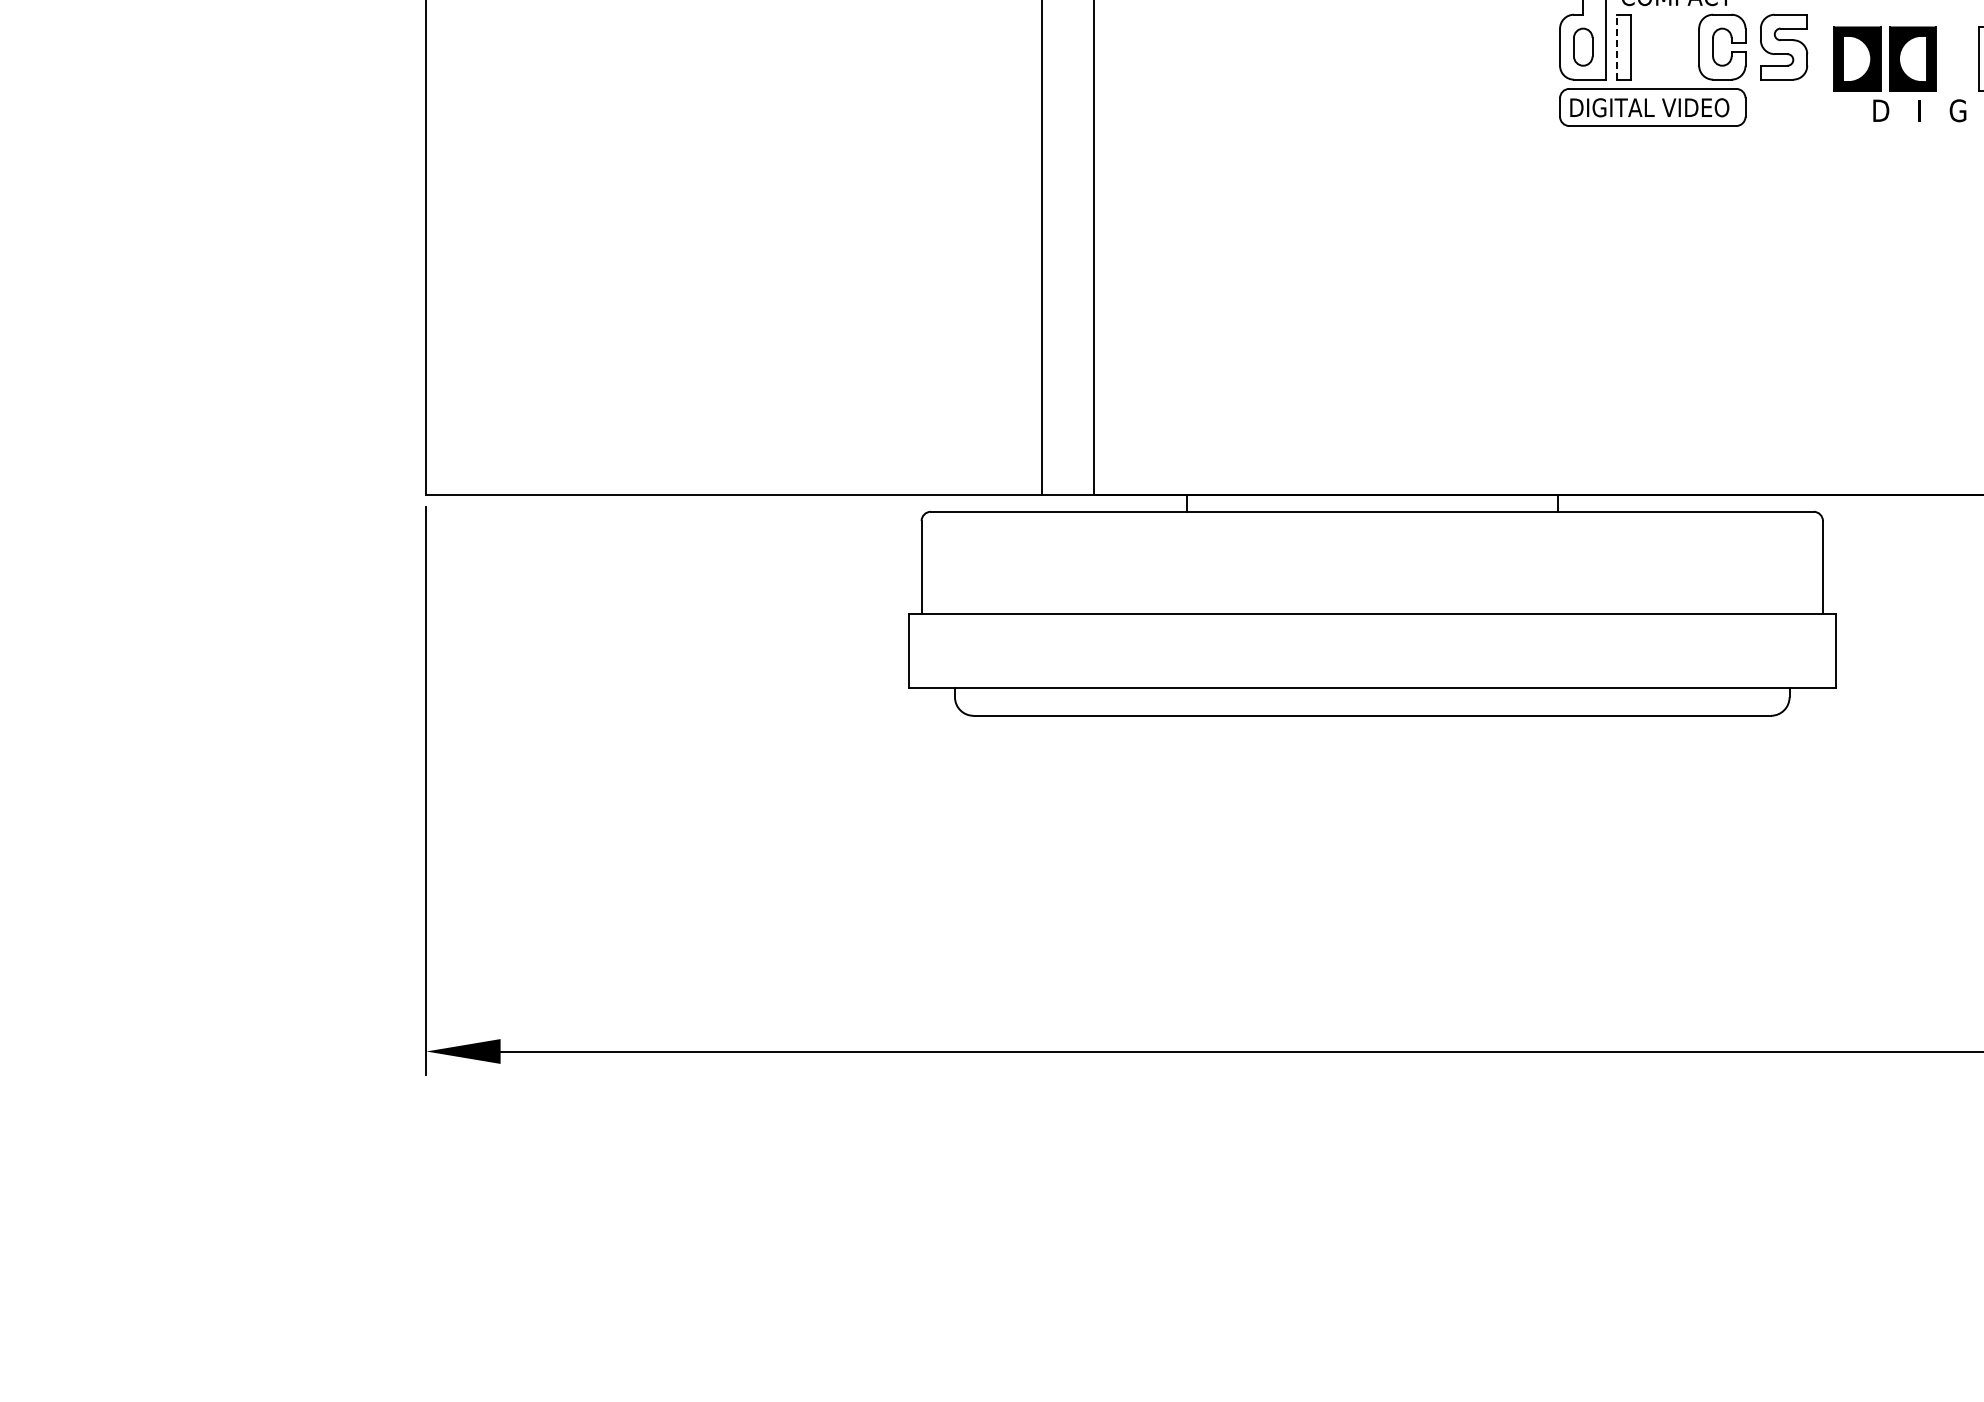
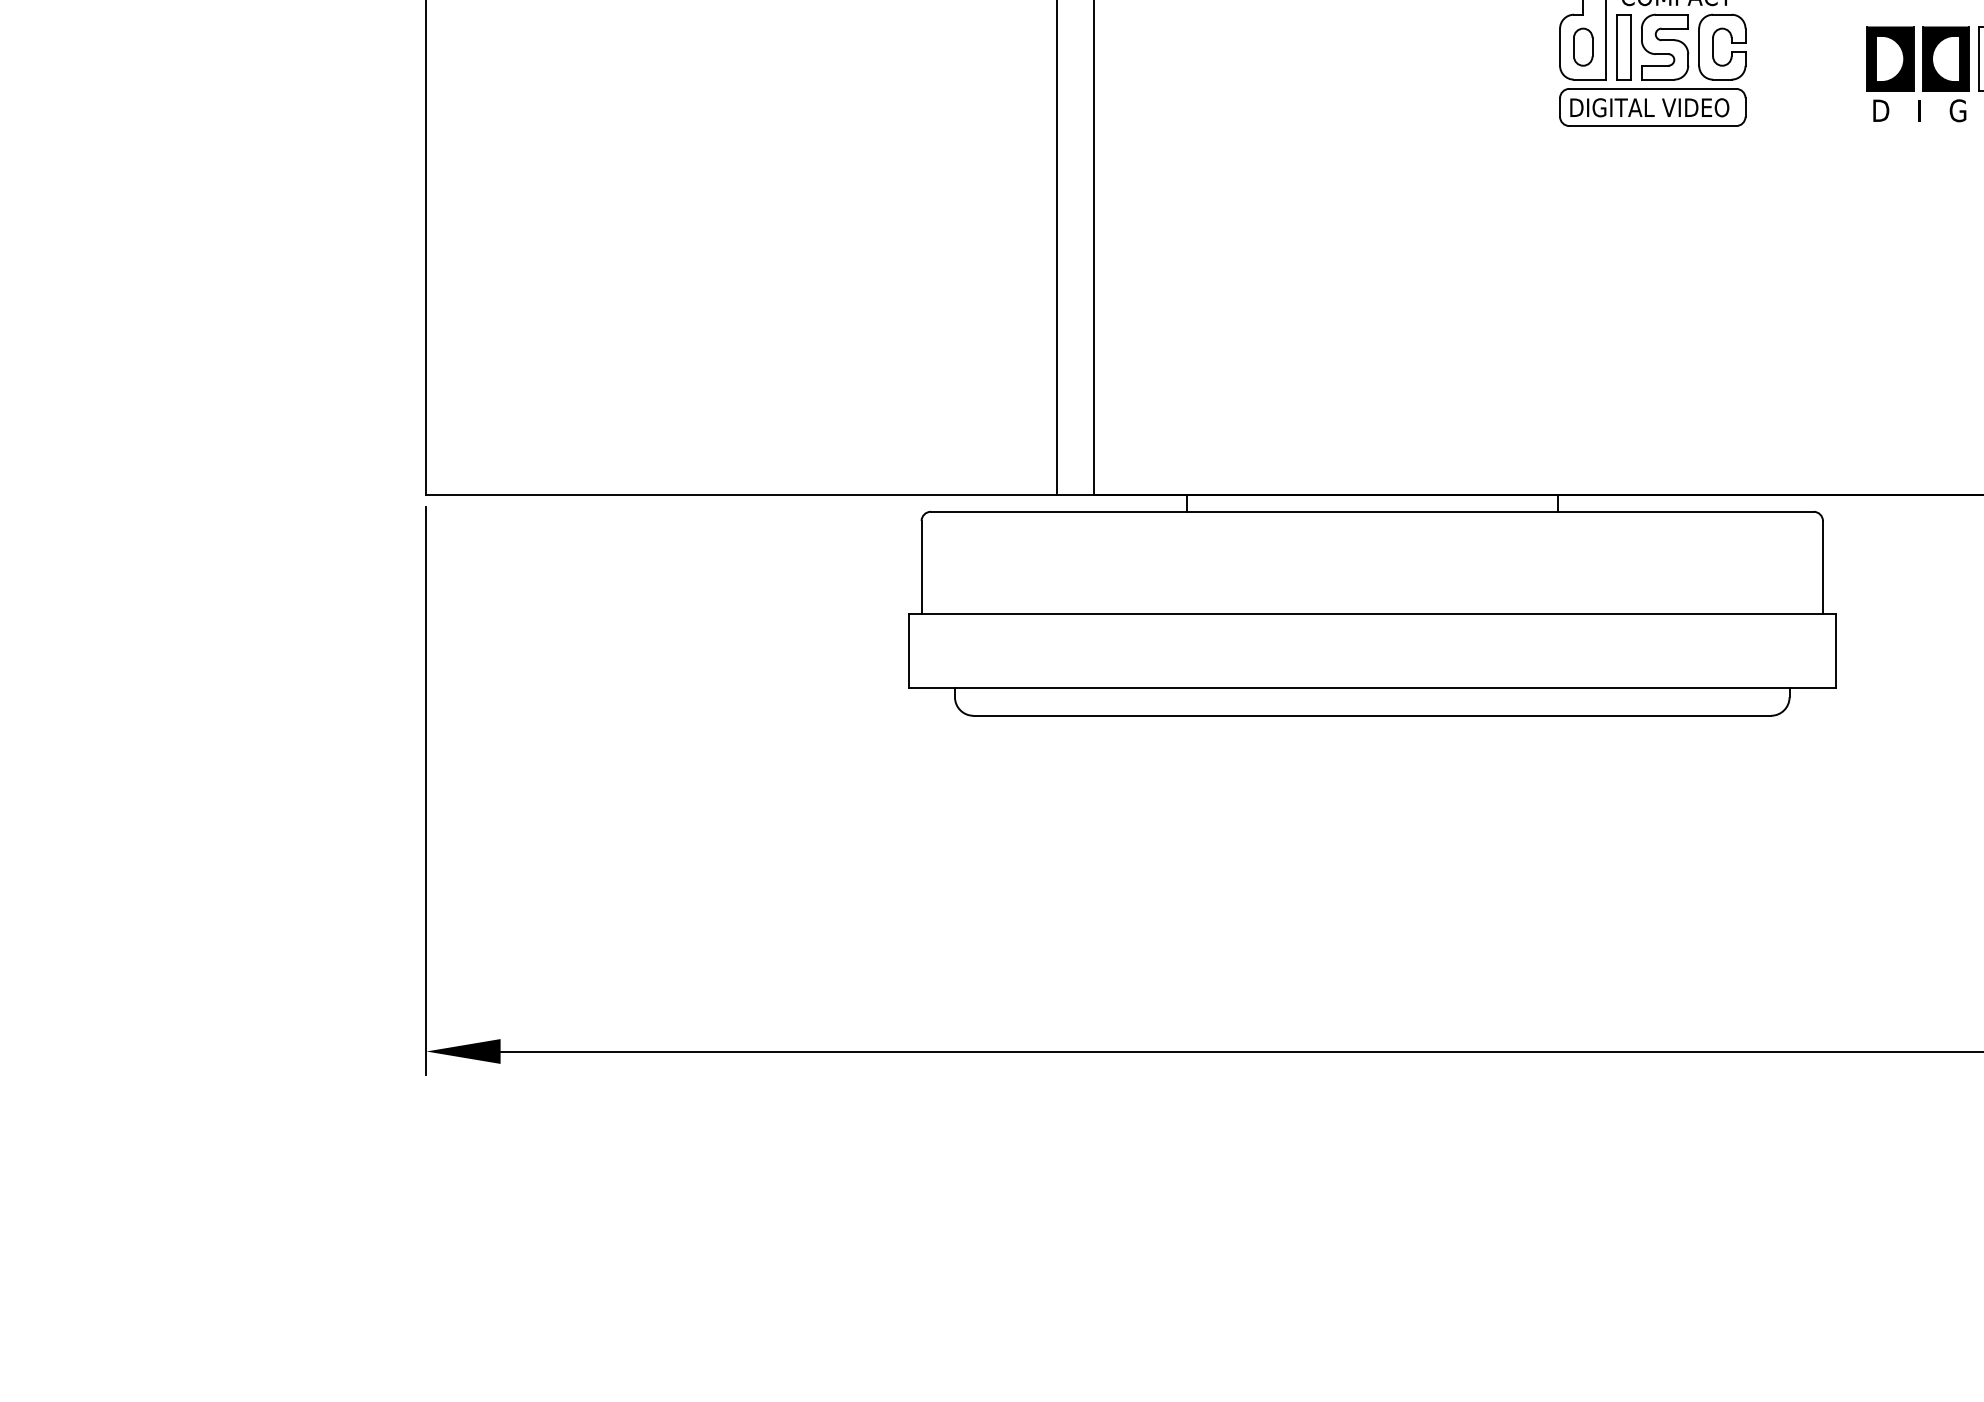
line at (1617, 46): dashed -> solid
part at (1784, 46) position: (1784, 46) -> (1665, 46)
part at (1884, 58) position: (1884, 58) -> (1917, 58)
line at (1041, 248) position: (1041, 248) -> (1056, 248)
